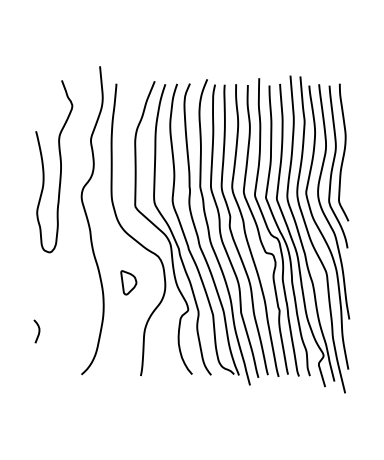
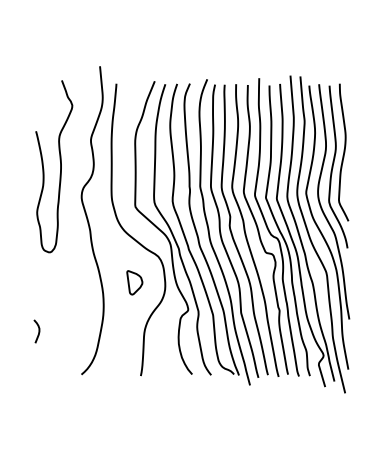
part at (128, 282) position: (128, 282) -> (134, 282)
